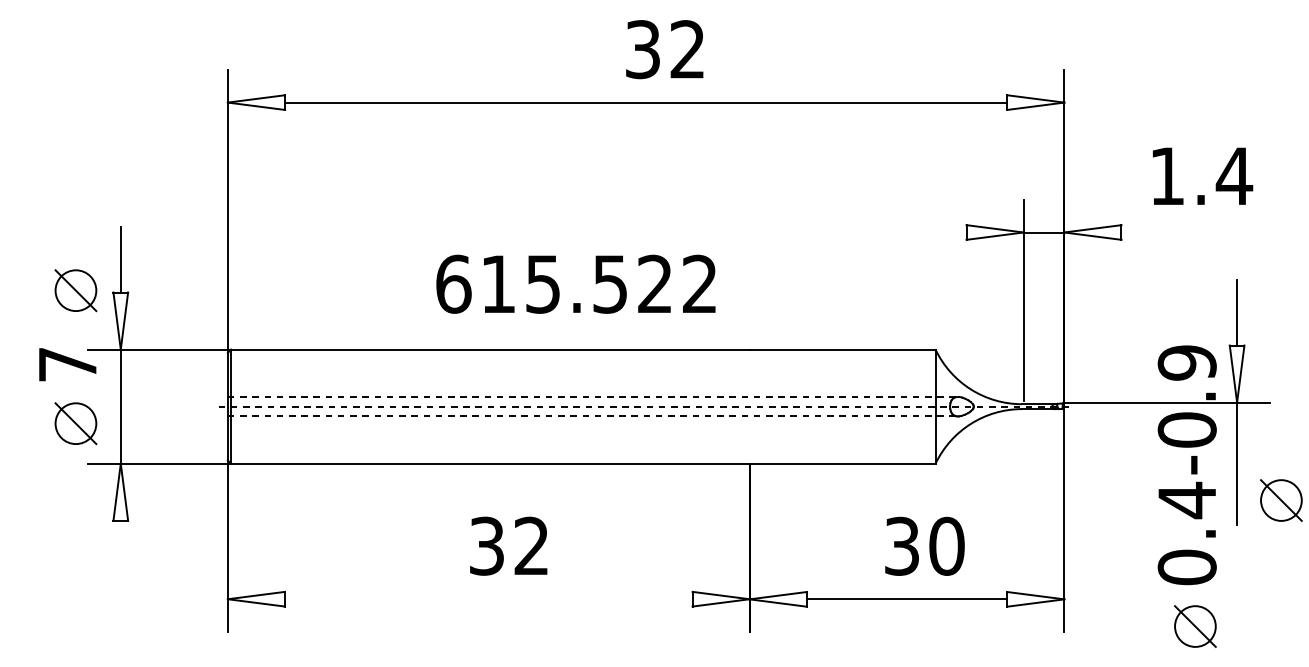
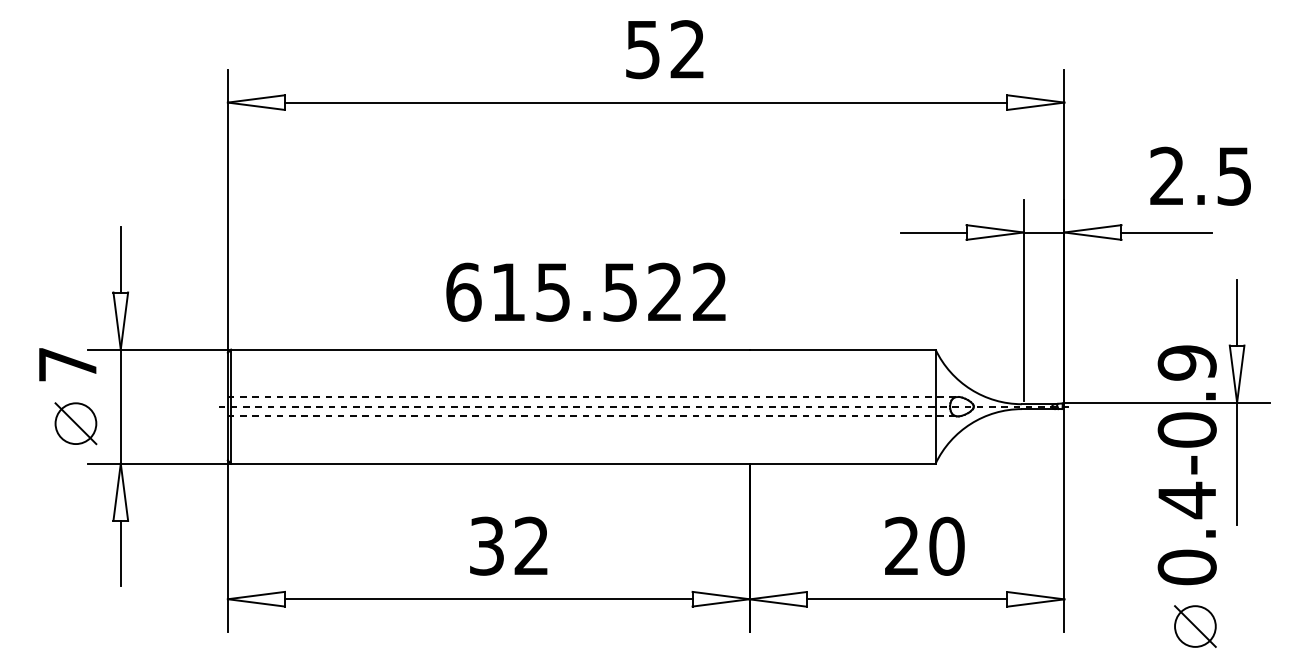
text at (642, 49): 32 -> 52
text at (1201, 175): 1.4 -> 2.5
line at (933, 232): none -> present
line at (1166, 232): none -> present
text at (575, 283) position: (575, 283) -> (585, 291)
part at (75, 290): present -> none
part at (1281, 500): present -> none
text at (901, 545): 30 -> 20
line at (120, 553): none -> present
line at (488, 599): none -> present
